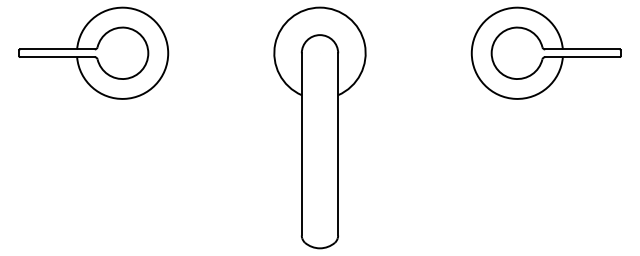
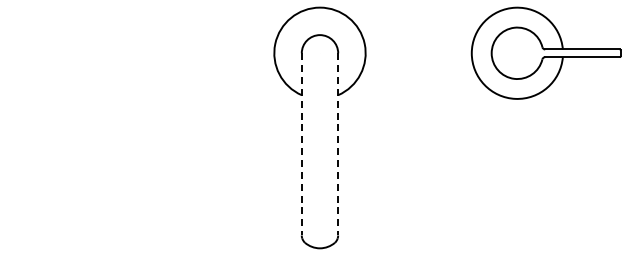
part at (93, 52): present -> none
line at (301, 144): solid -> dashed
line at (338, 144): solid -> dashed
